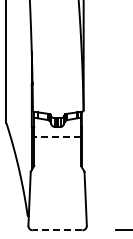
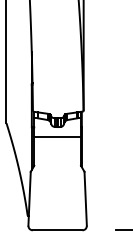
line at (57, 137): dashed -> solid
line at (57, 230): dashed -> solid
